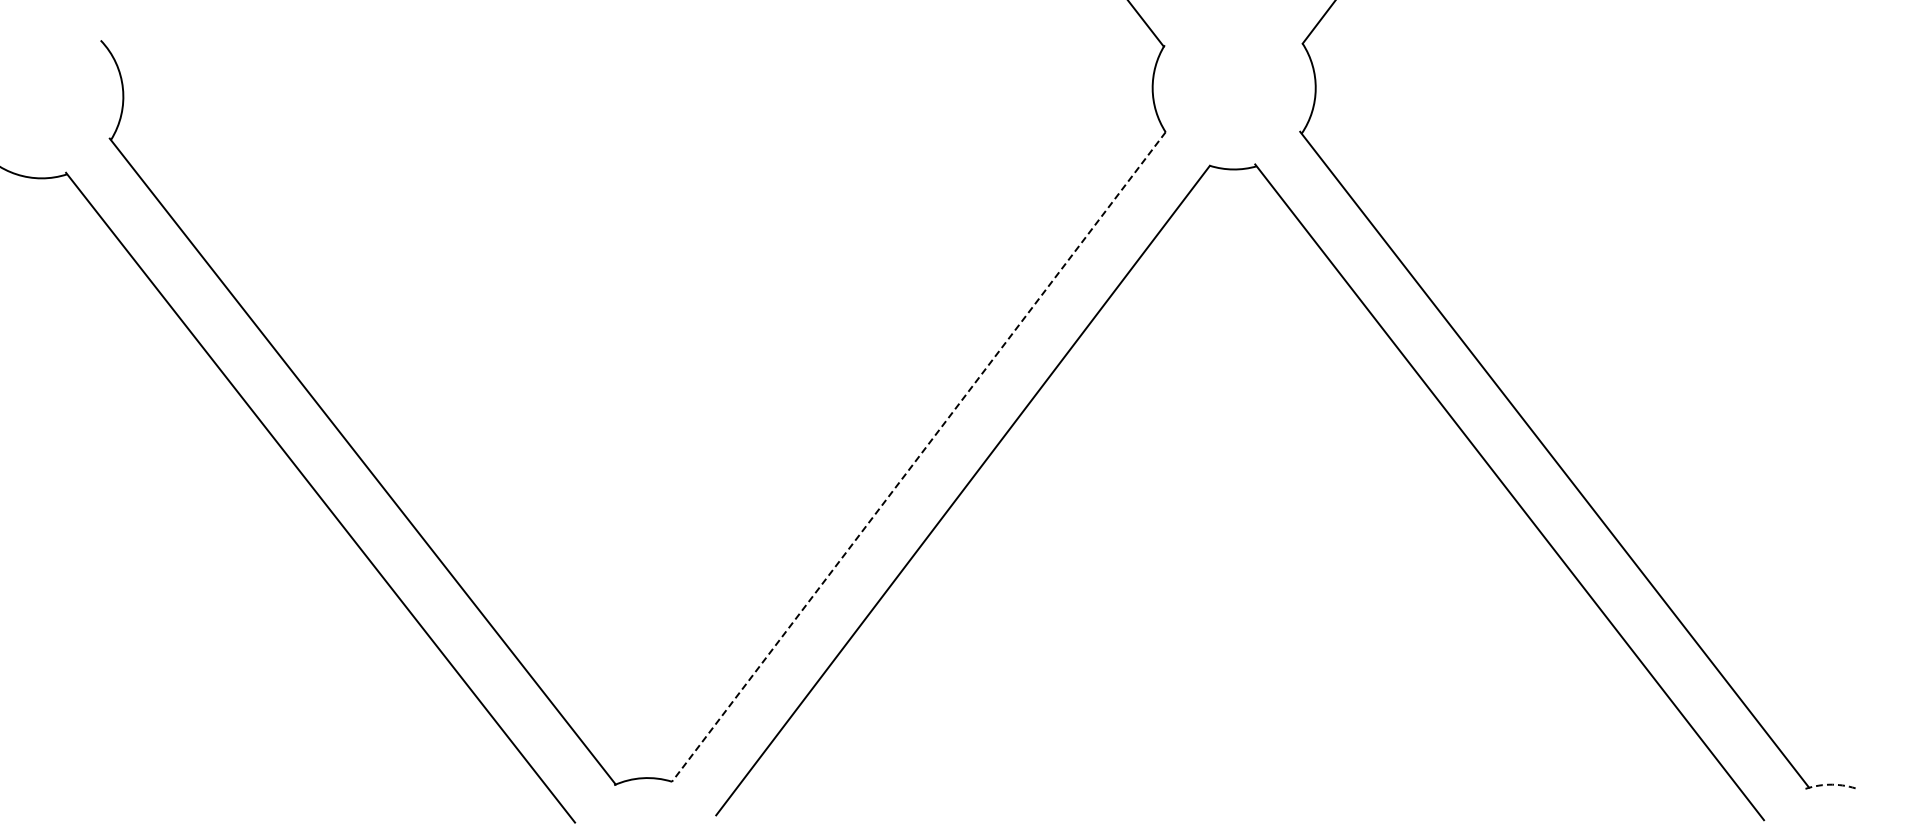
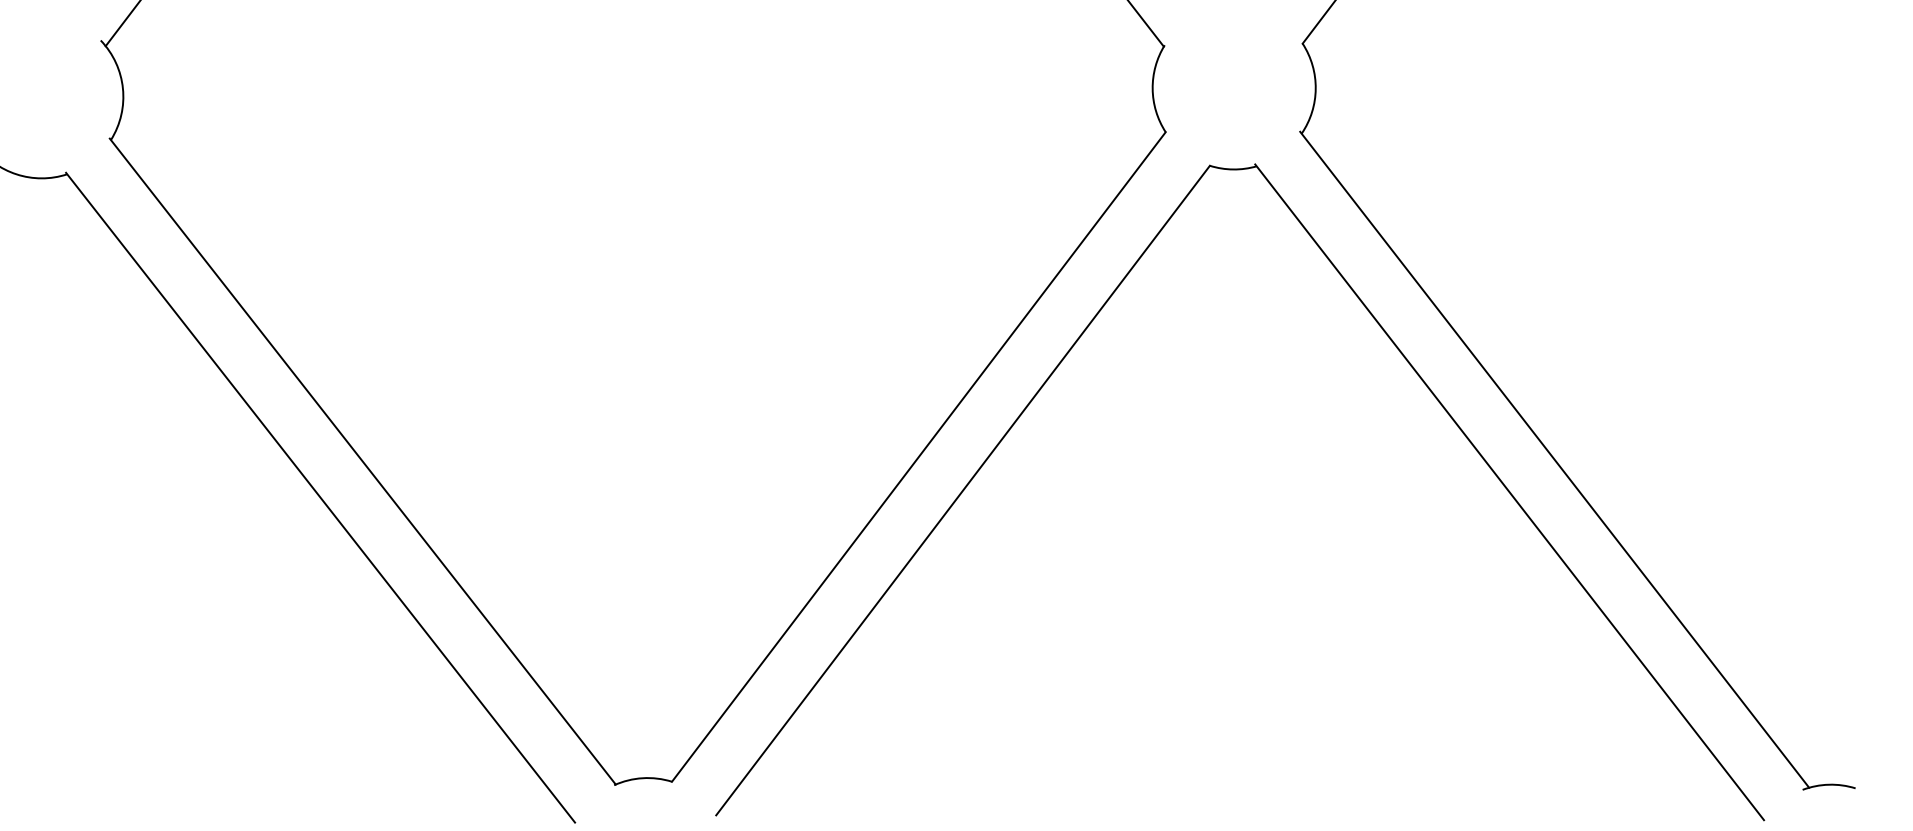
line at (122, 24): none -> present
line at (918, 456): dashed -> solid
arc at (1829, 784): dashed -> solid
